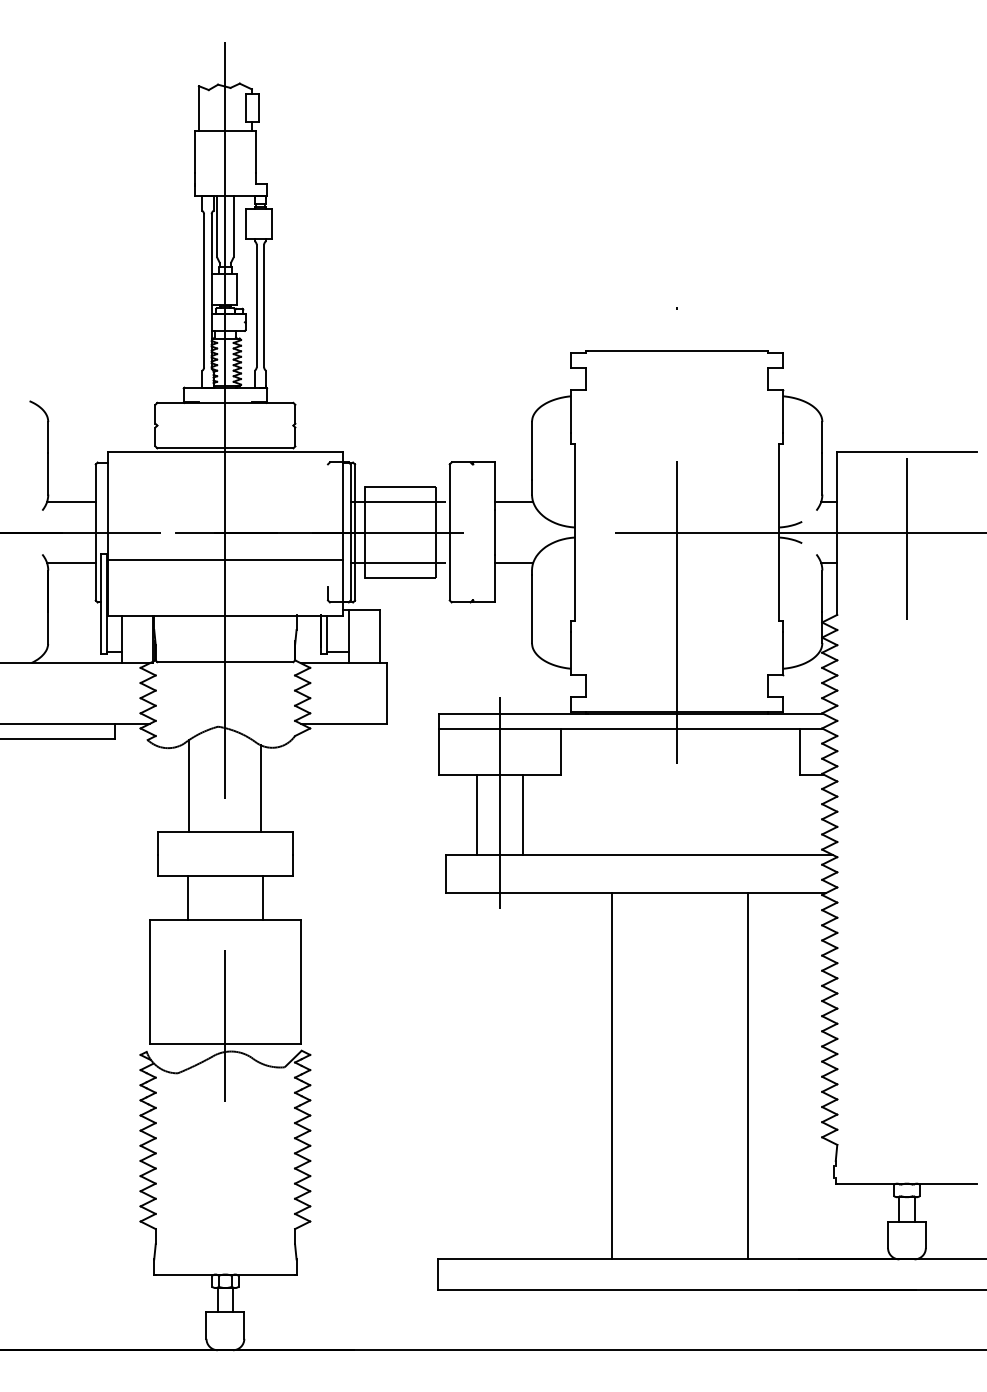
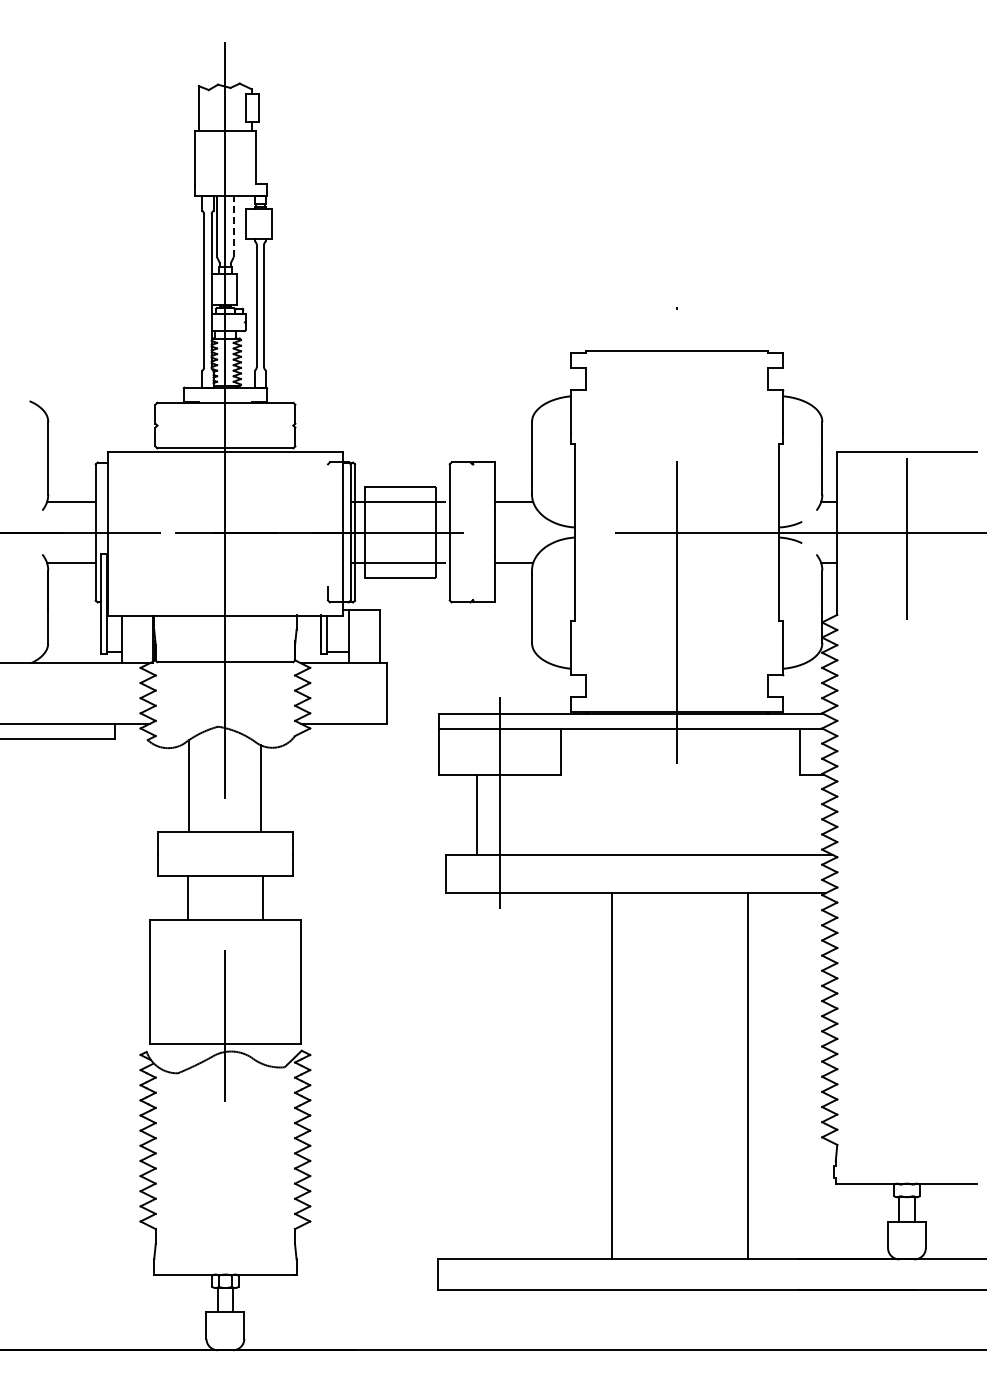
line at (233, 226): solid -> dashed
line at (225, 559): present -> none
line at (522, 814): present -> none
